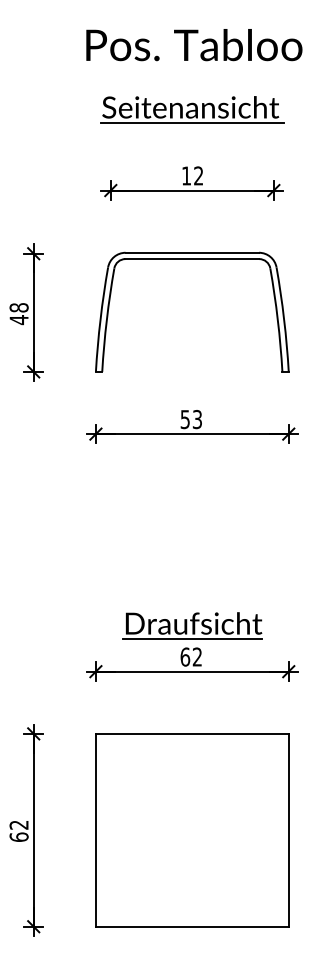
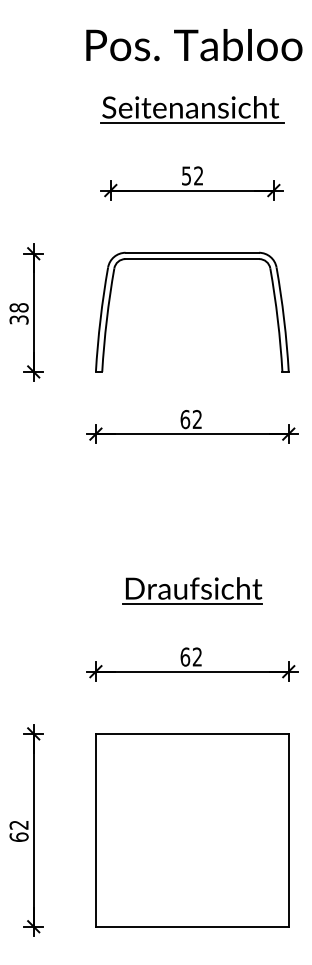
text at (186, 175): 12 -> 52
text at (18, 320): 48 -> 38
text at (190, 419): 53 -> 62
part at (192, 625) position: (192, 625) -> (192, 590)
